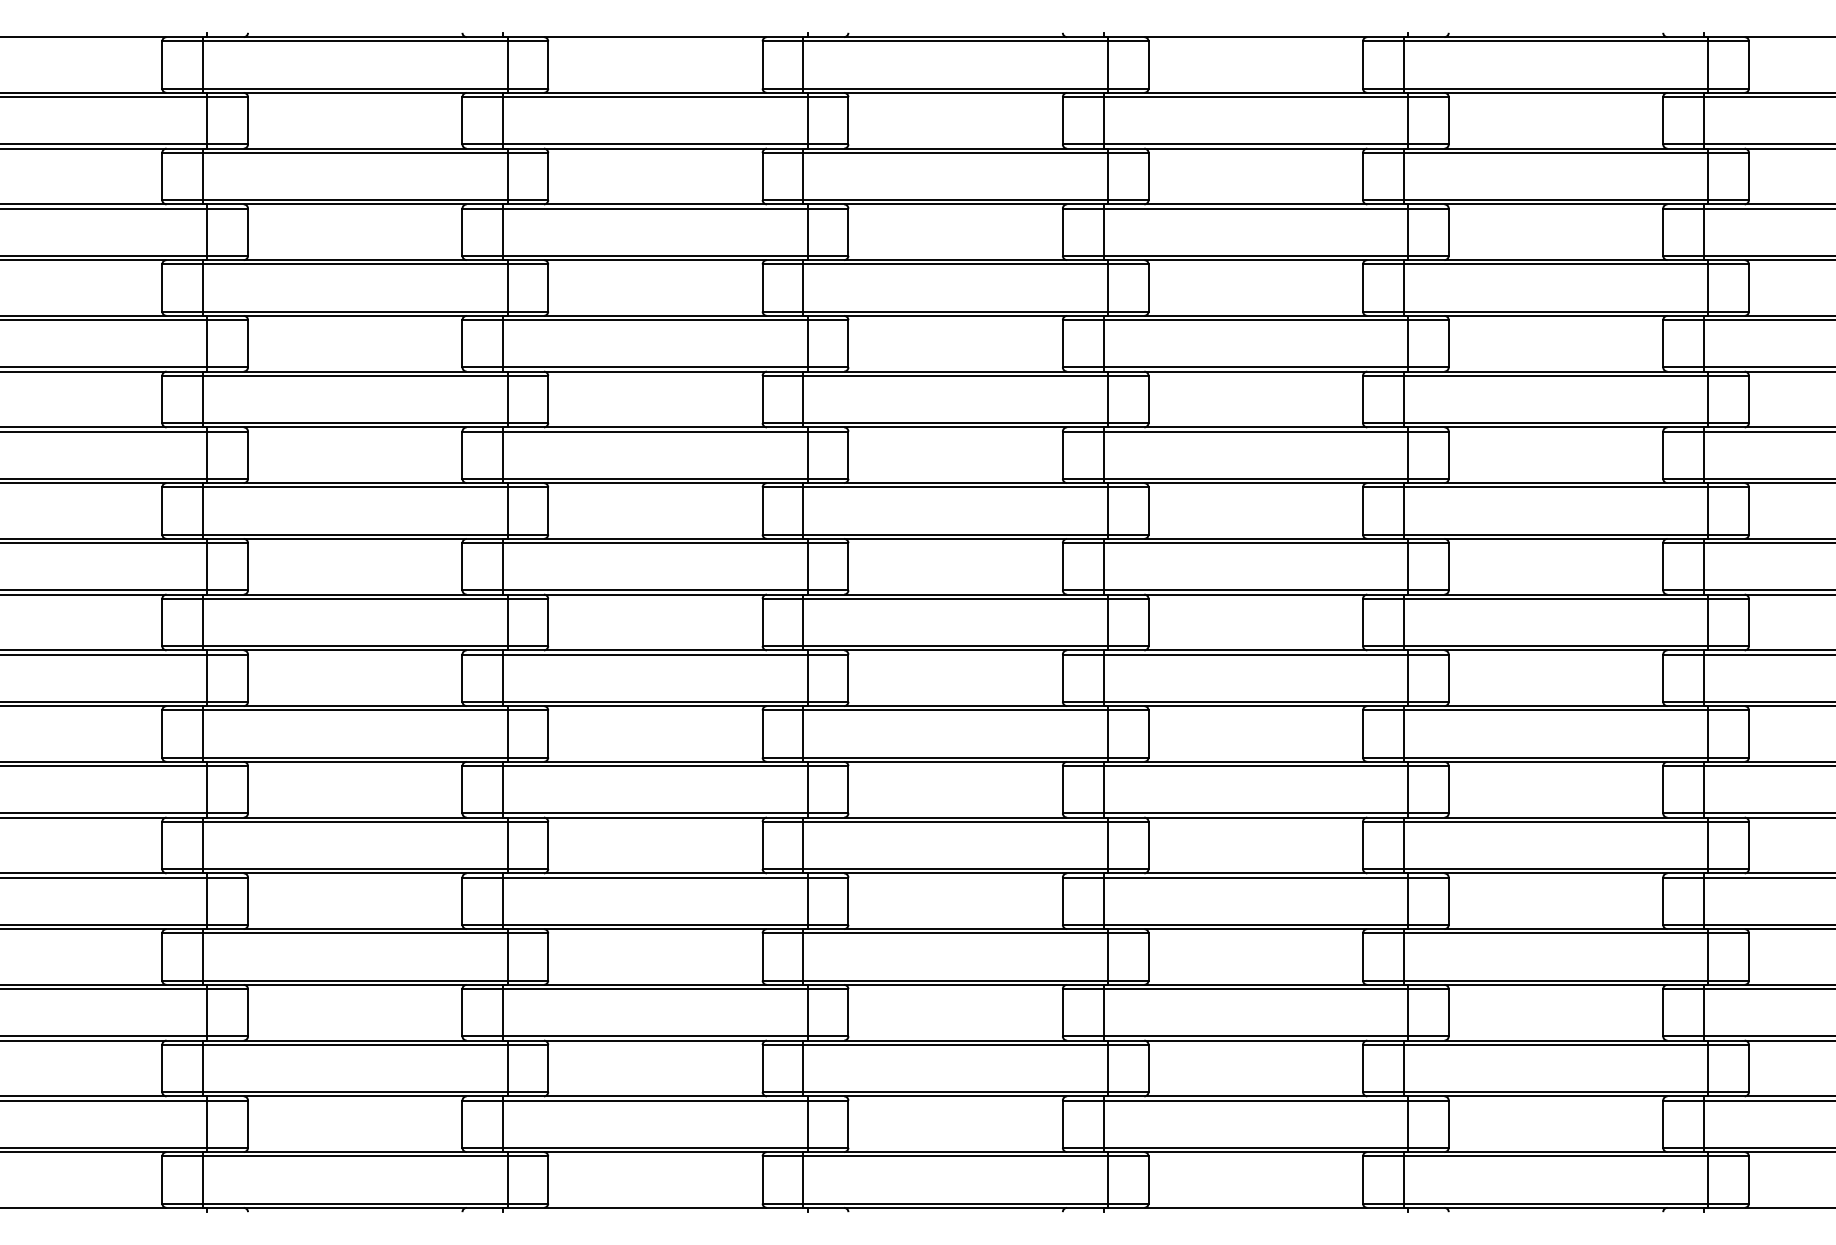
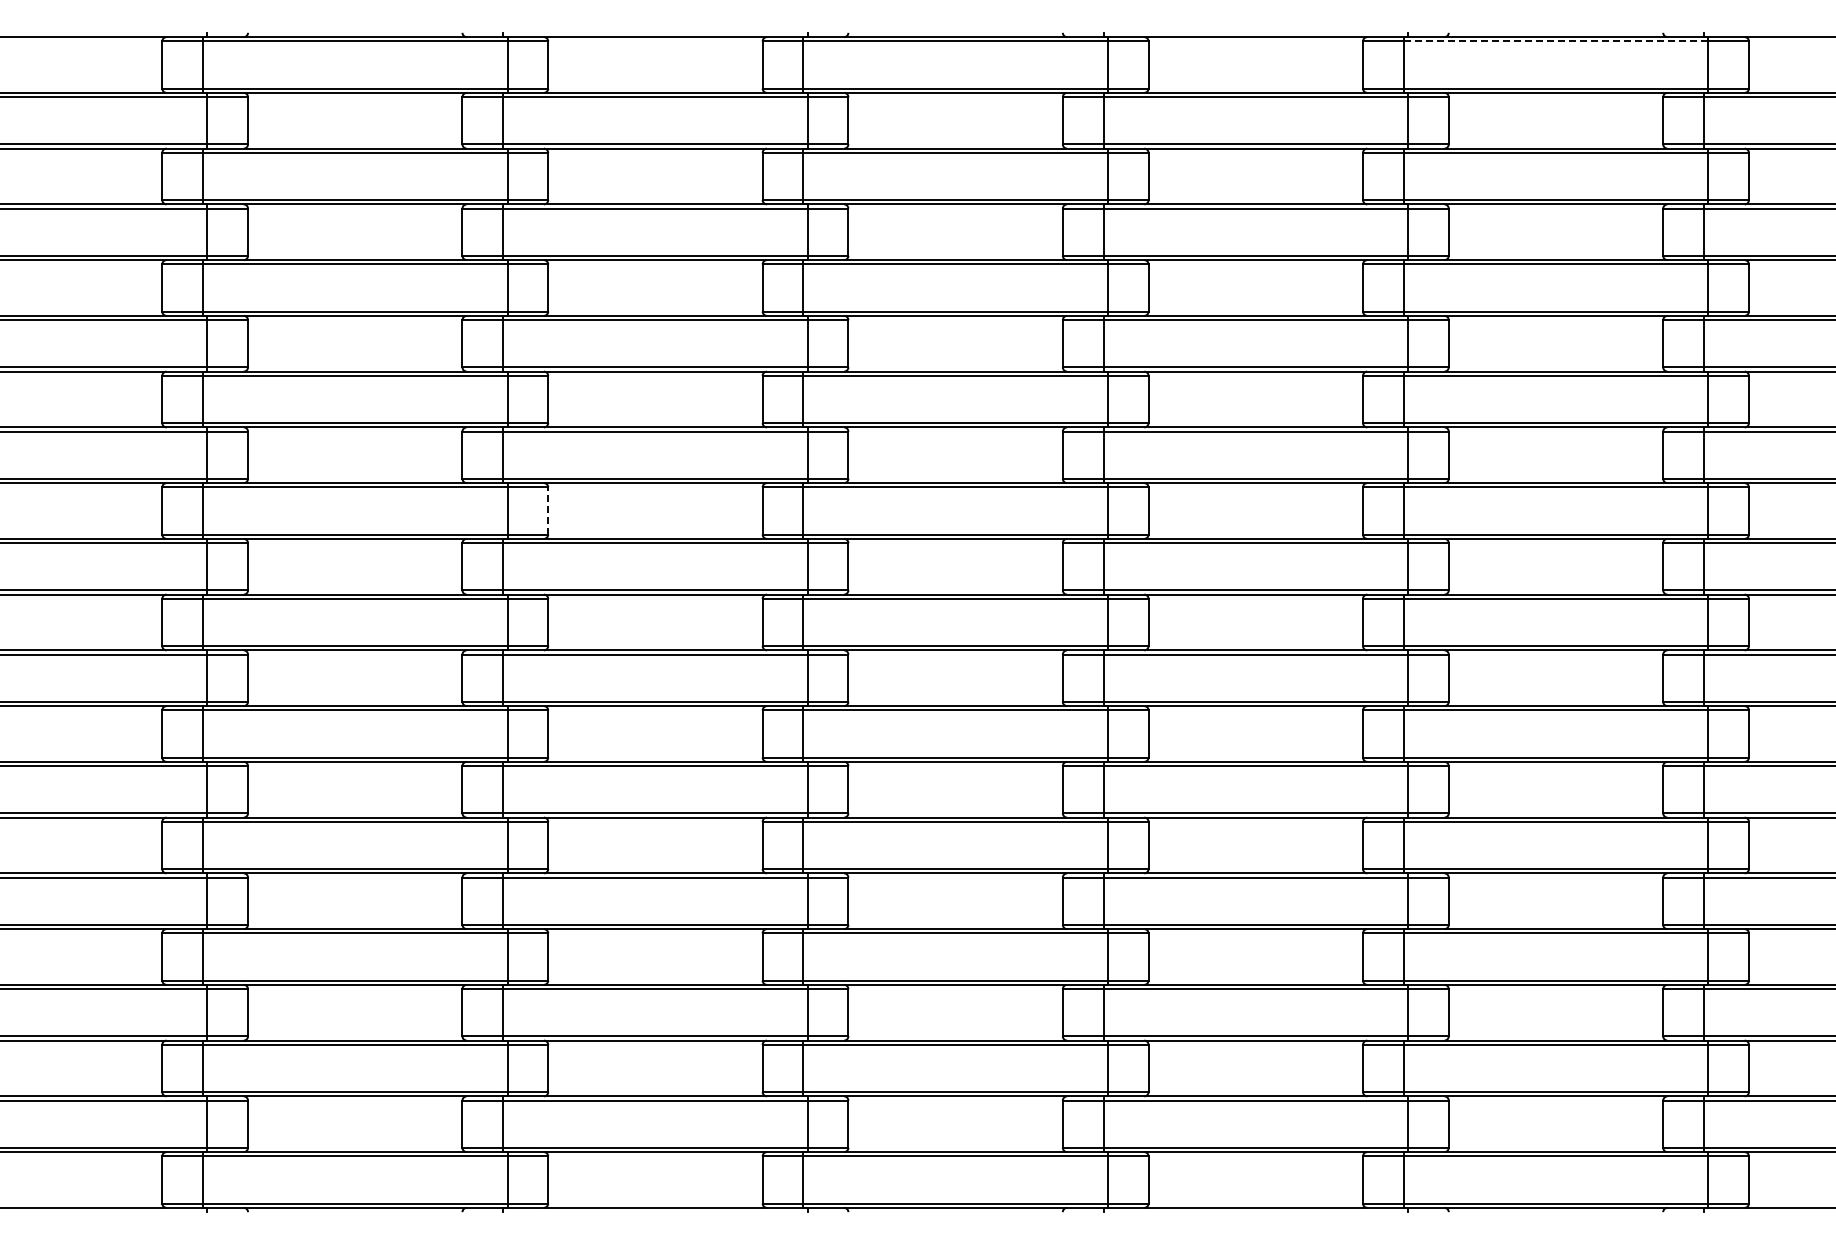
line at (1555, 41): solid -> dashed
line at (548, 511): solid -> dashed
